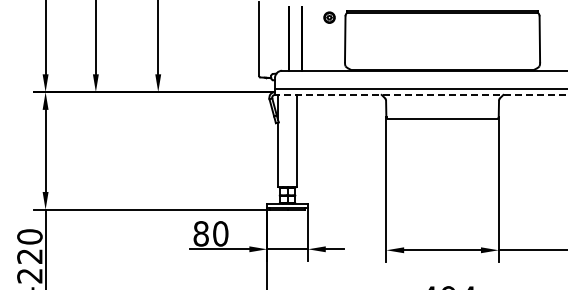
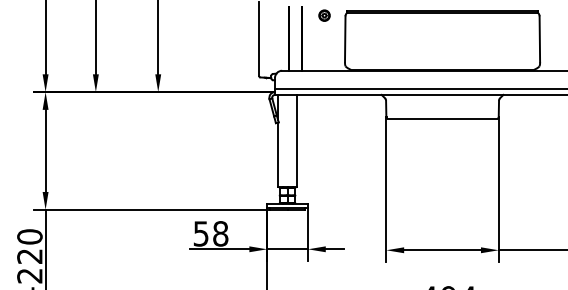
part at (329, 17) position: (329, 17) -> (324, 15)
line at (420, 94): dashed -> solid
text at (210, 233): 80 -> 58
